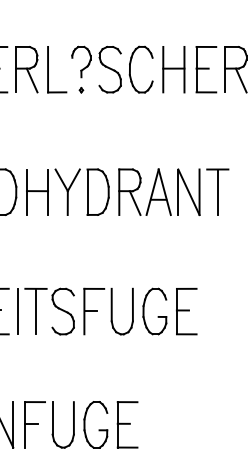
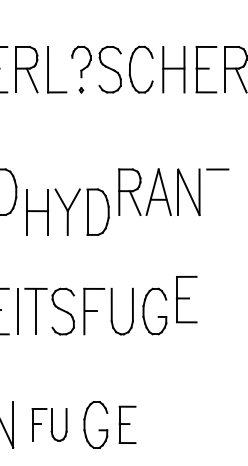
part at (67, 191) position: (67, 191) -> (67, 211)
line at (217, 191): present -> none
part at (186, 311) position: (186, 311) -> (186, 299)
part at (49, 424) size: 51x48 px -> 37x34 px
part at (127, 424) size: 23x48 px -> 19x39 px
